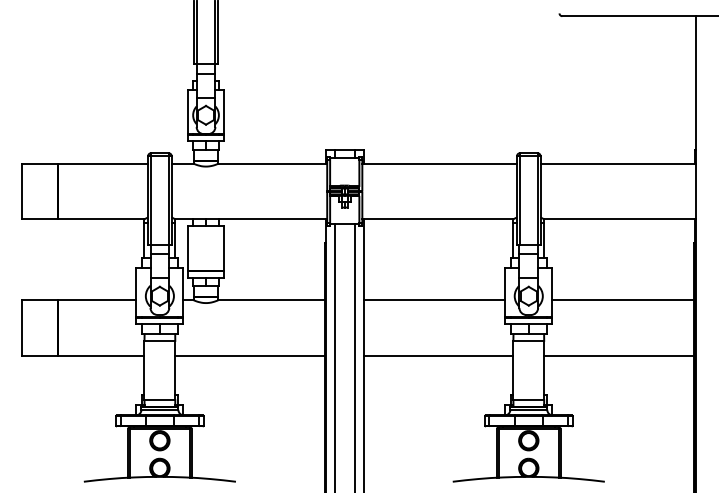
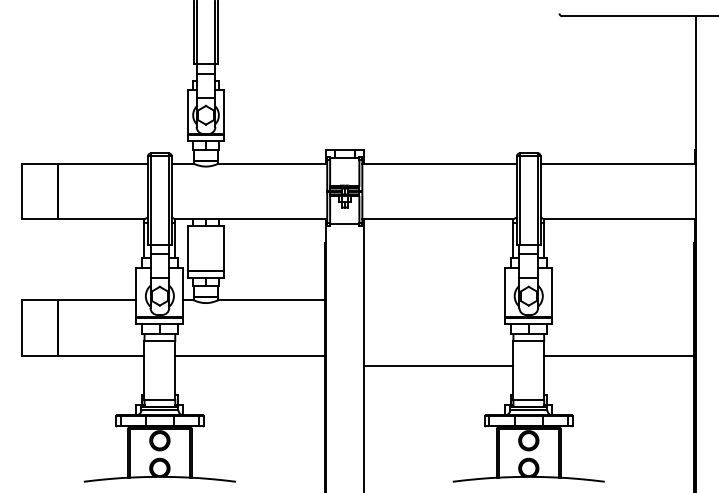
line at (434, 300): present -> none
line at (623, 300): present -> none
line at (438, 355) position: (438, 355) -> (438, 365)
line at (334, 356): present -> none
line at (355, 356): present -> none
